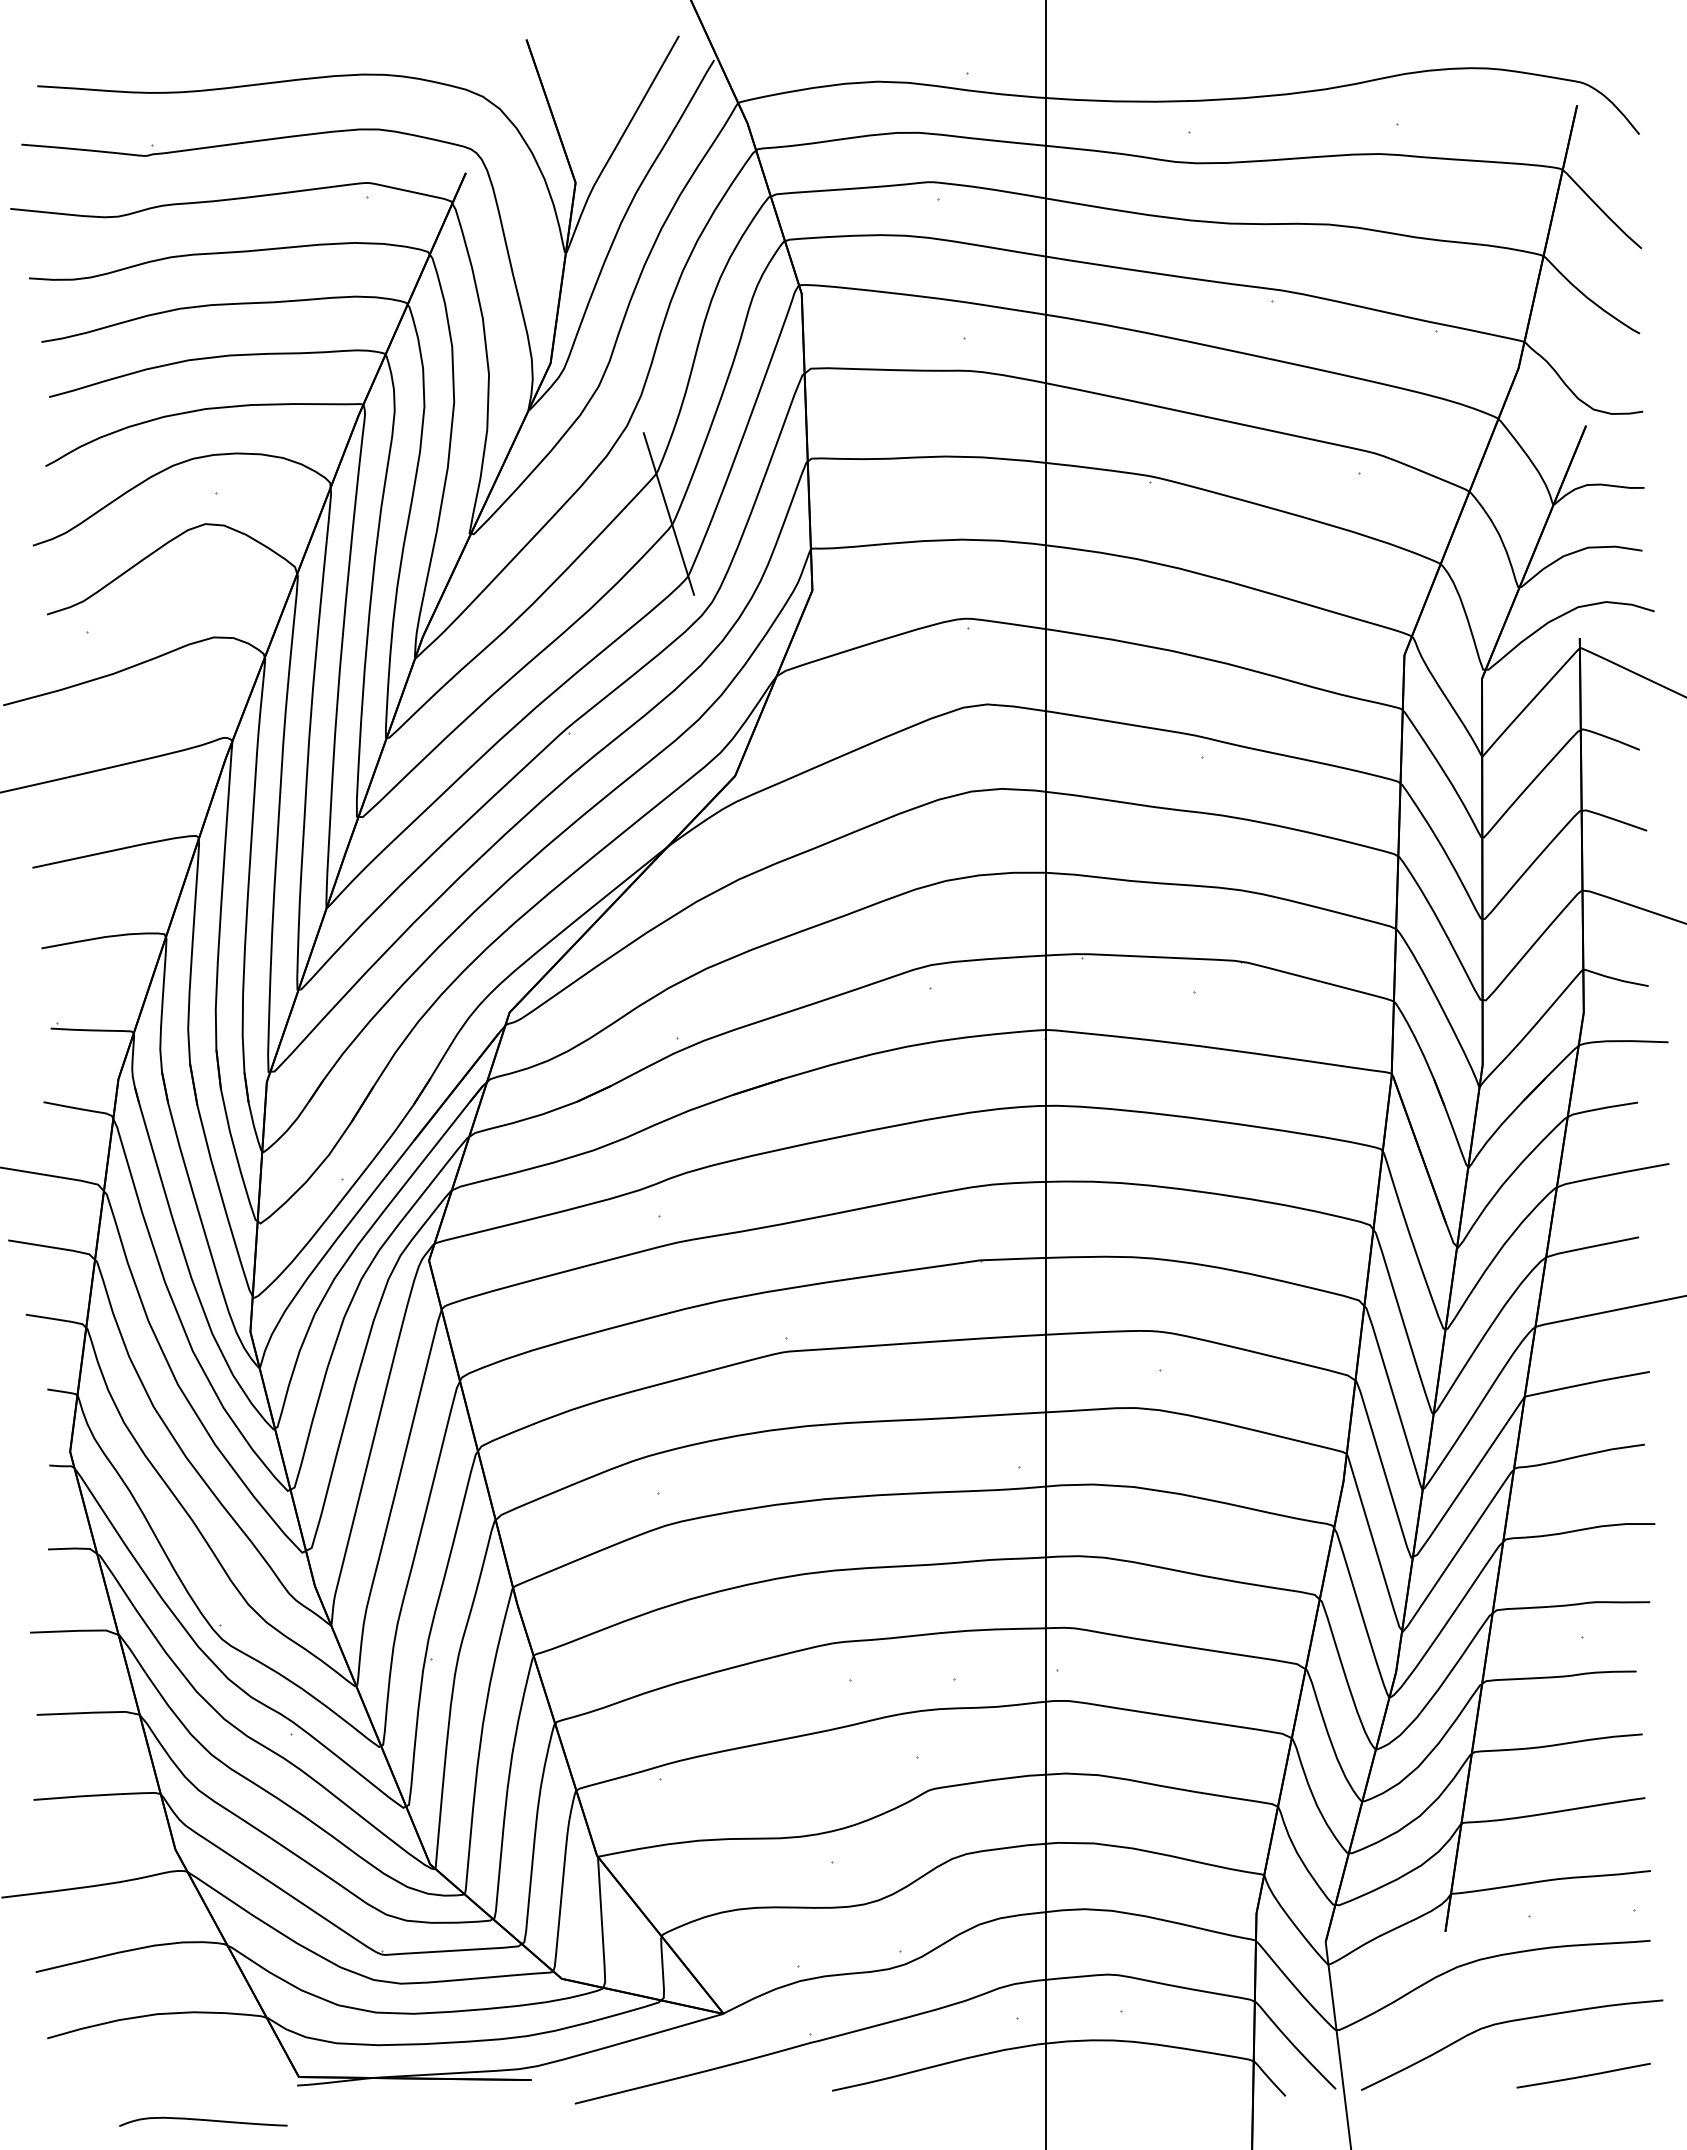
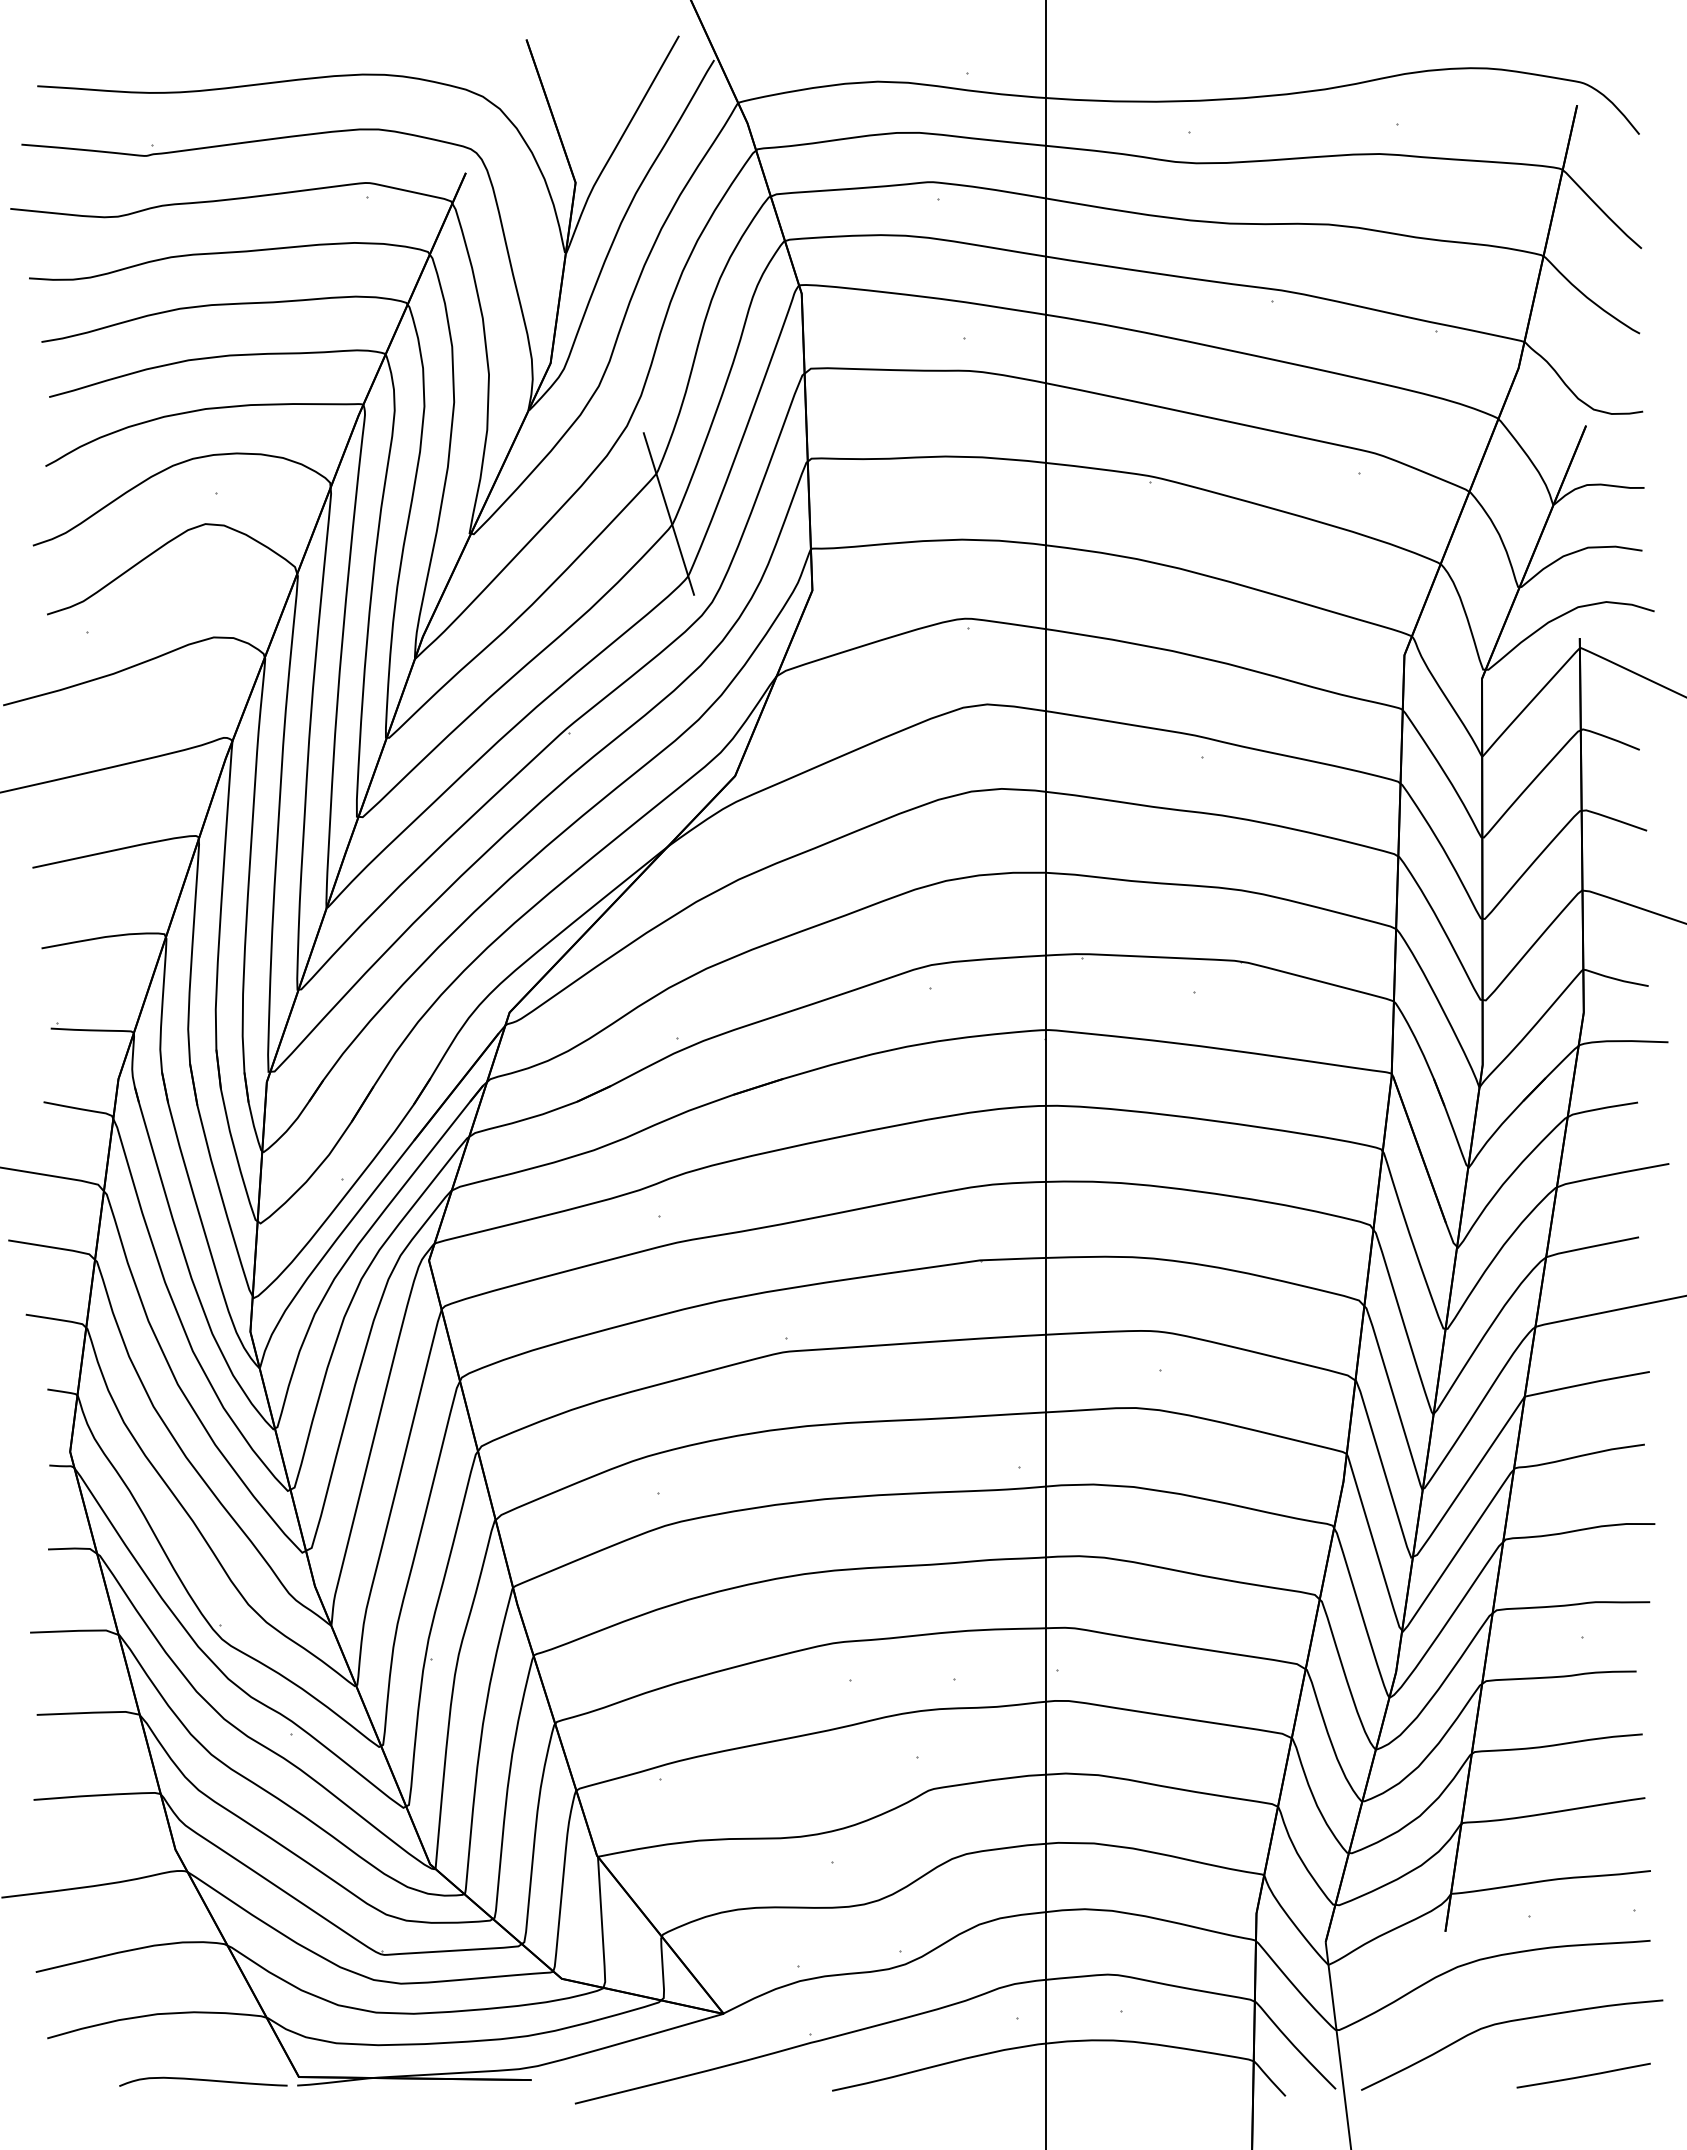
curve at (203, 2120) position: (203, 2120) -> (203, 2080)
